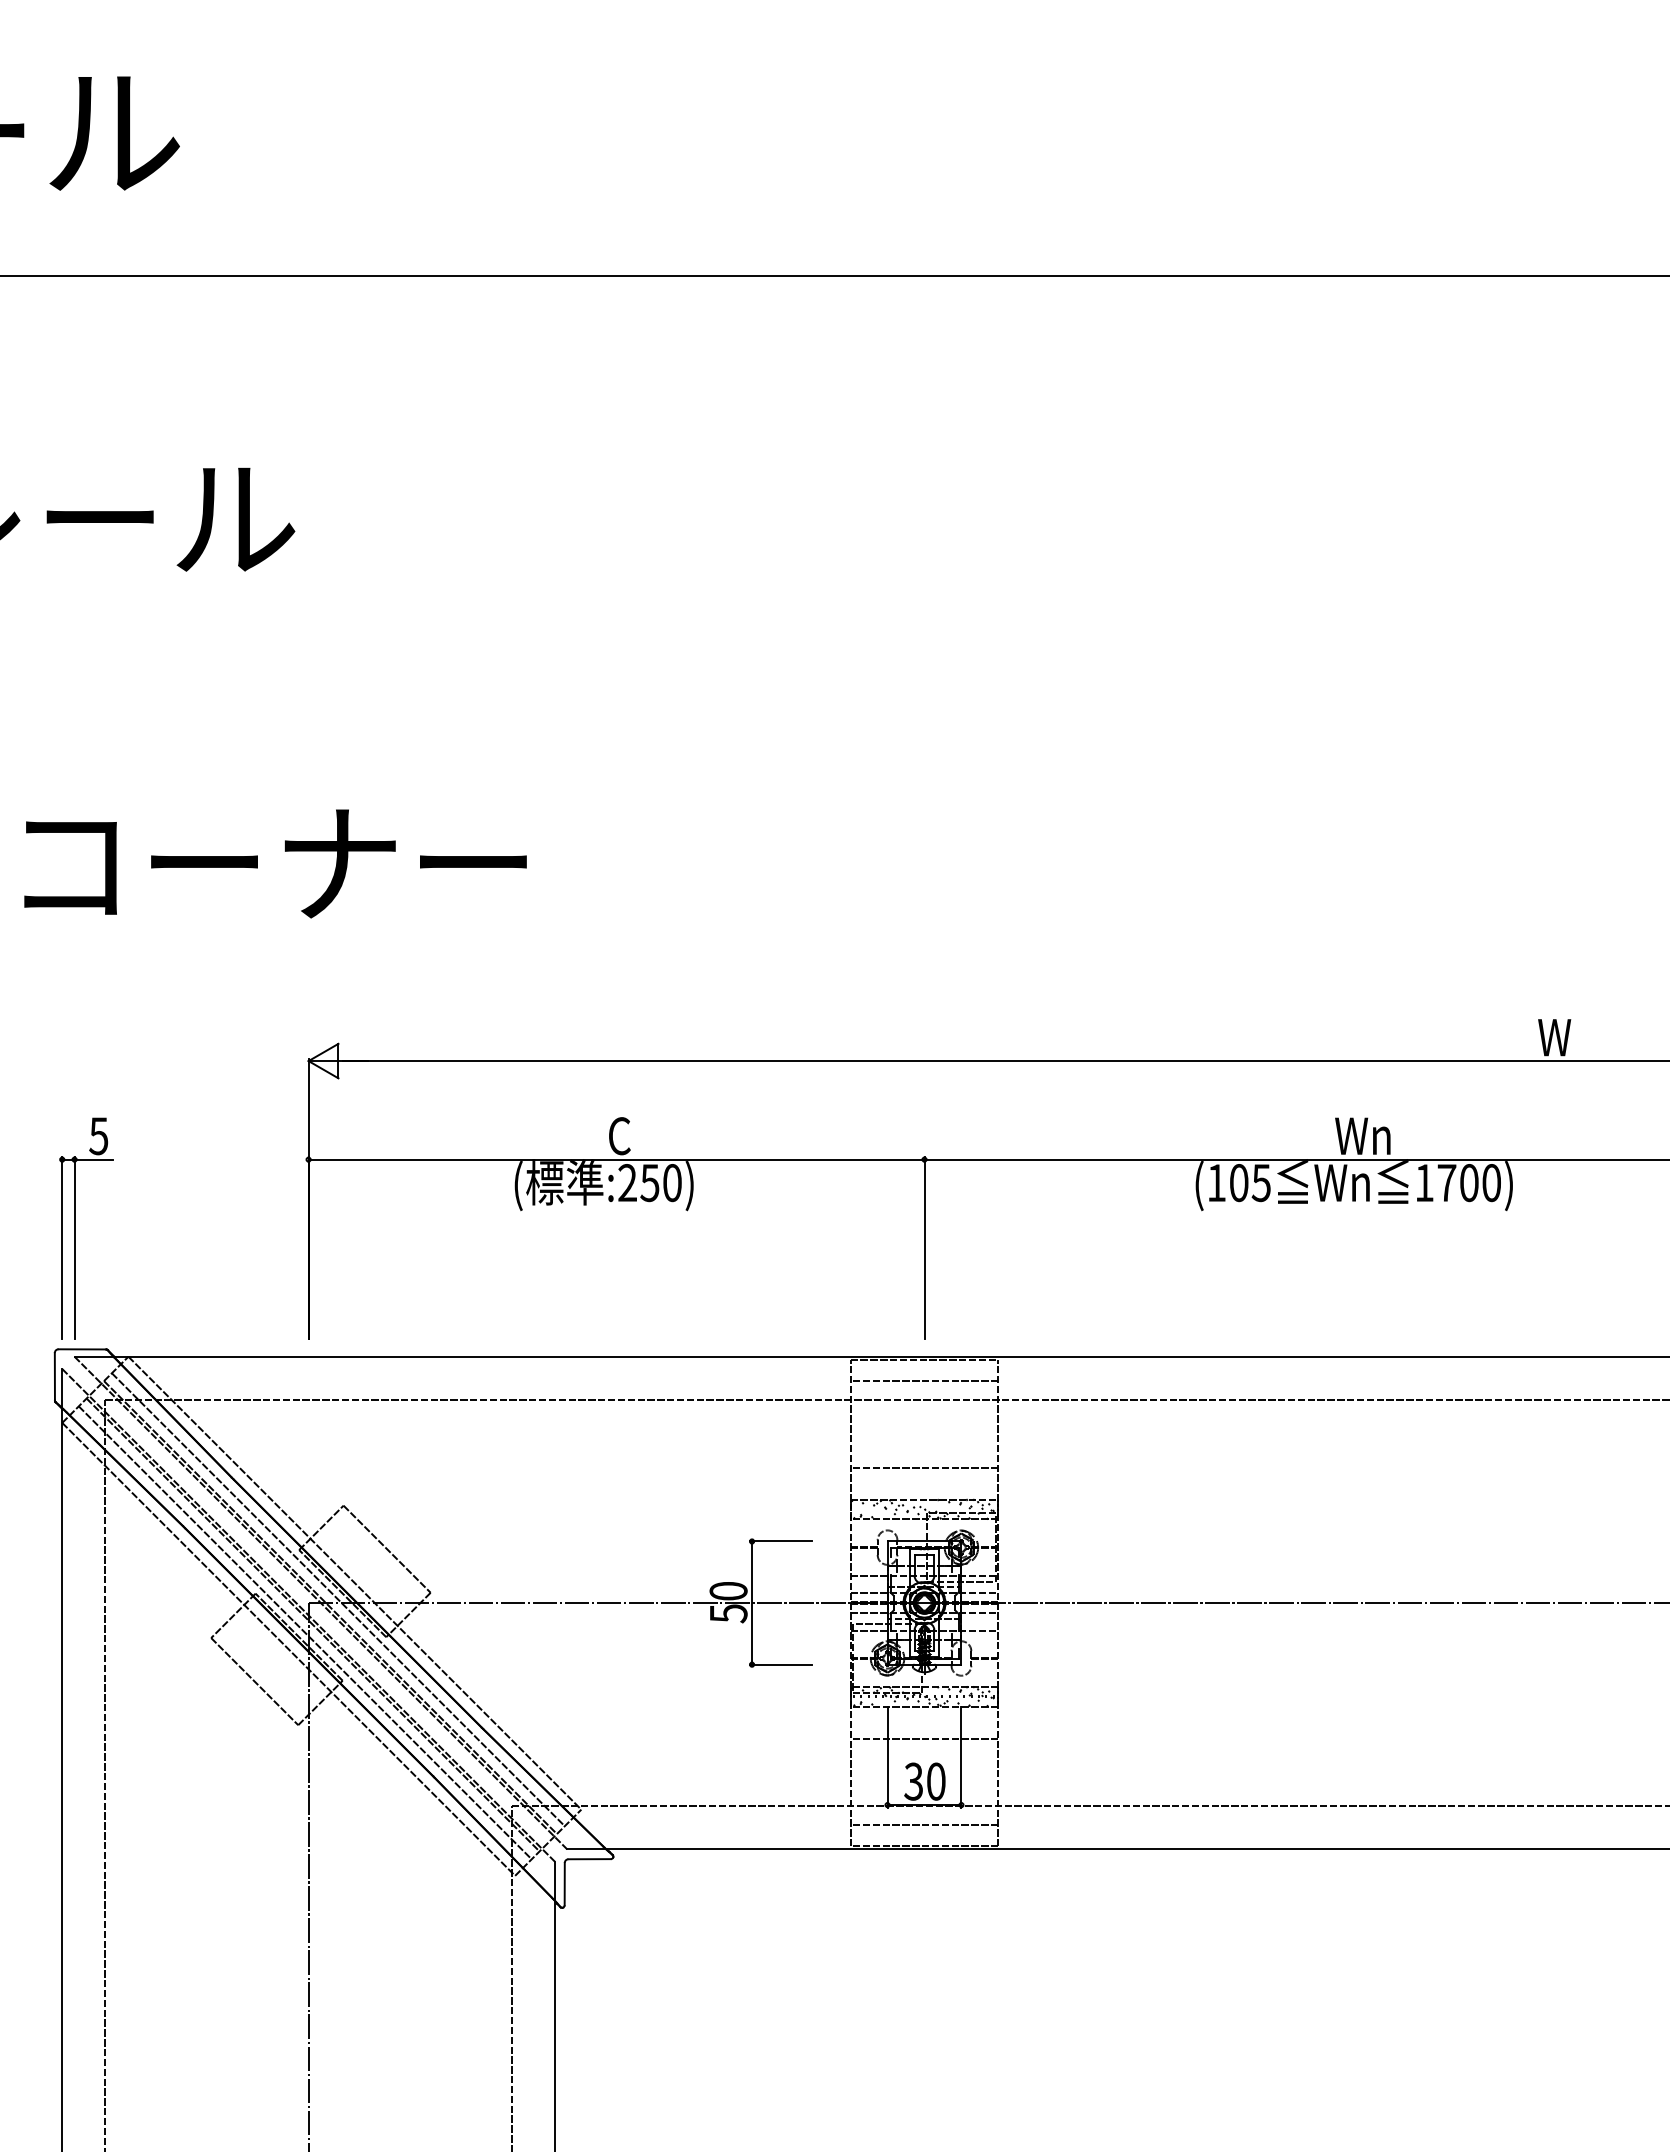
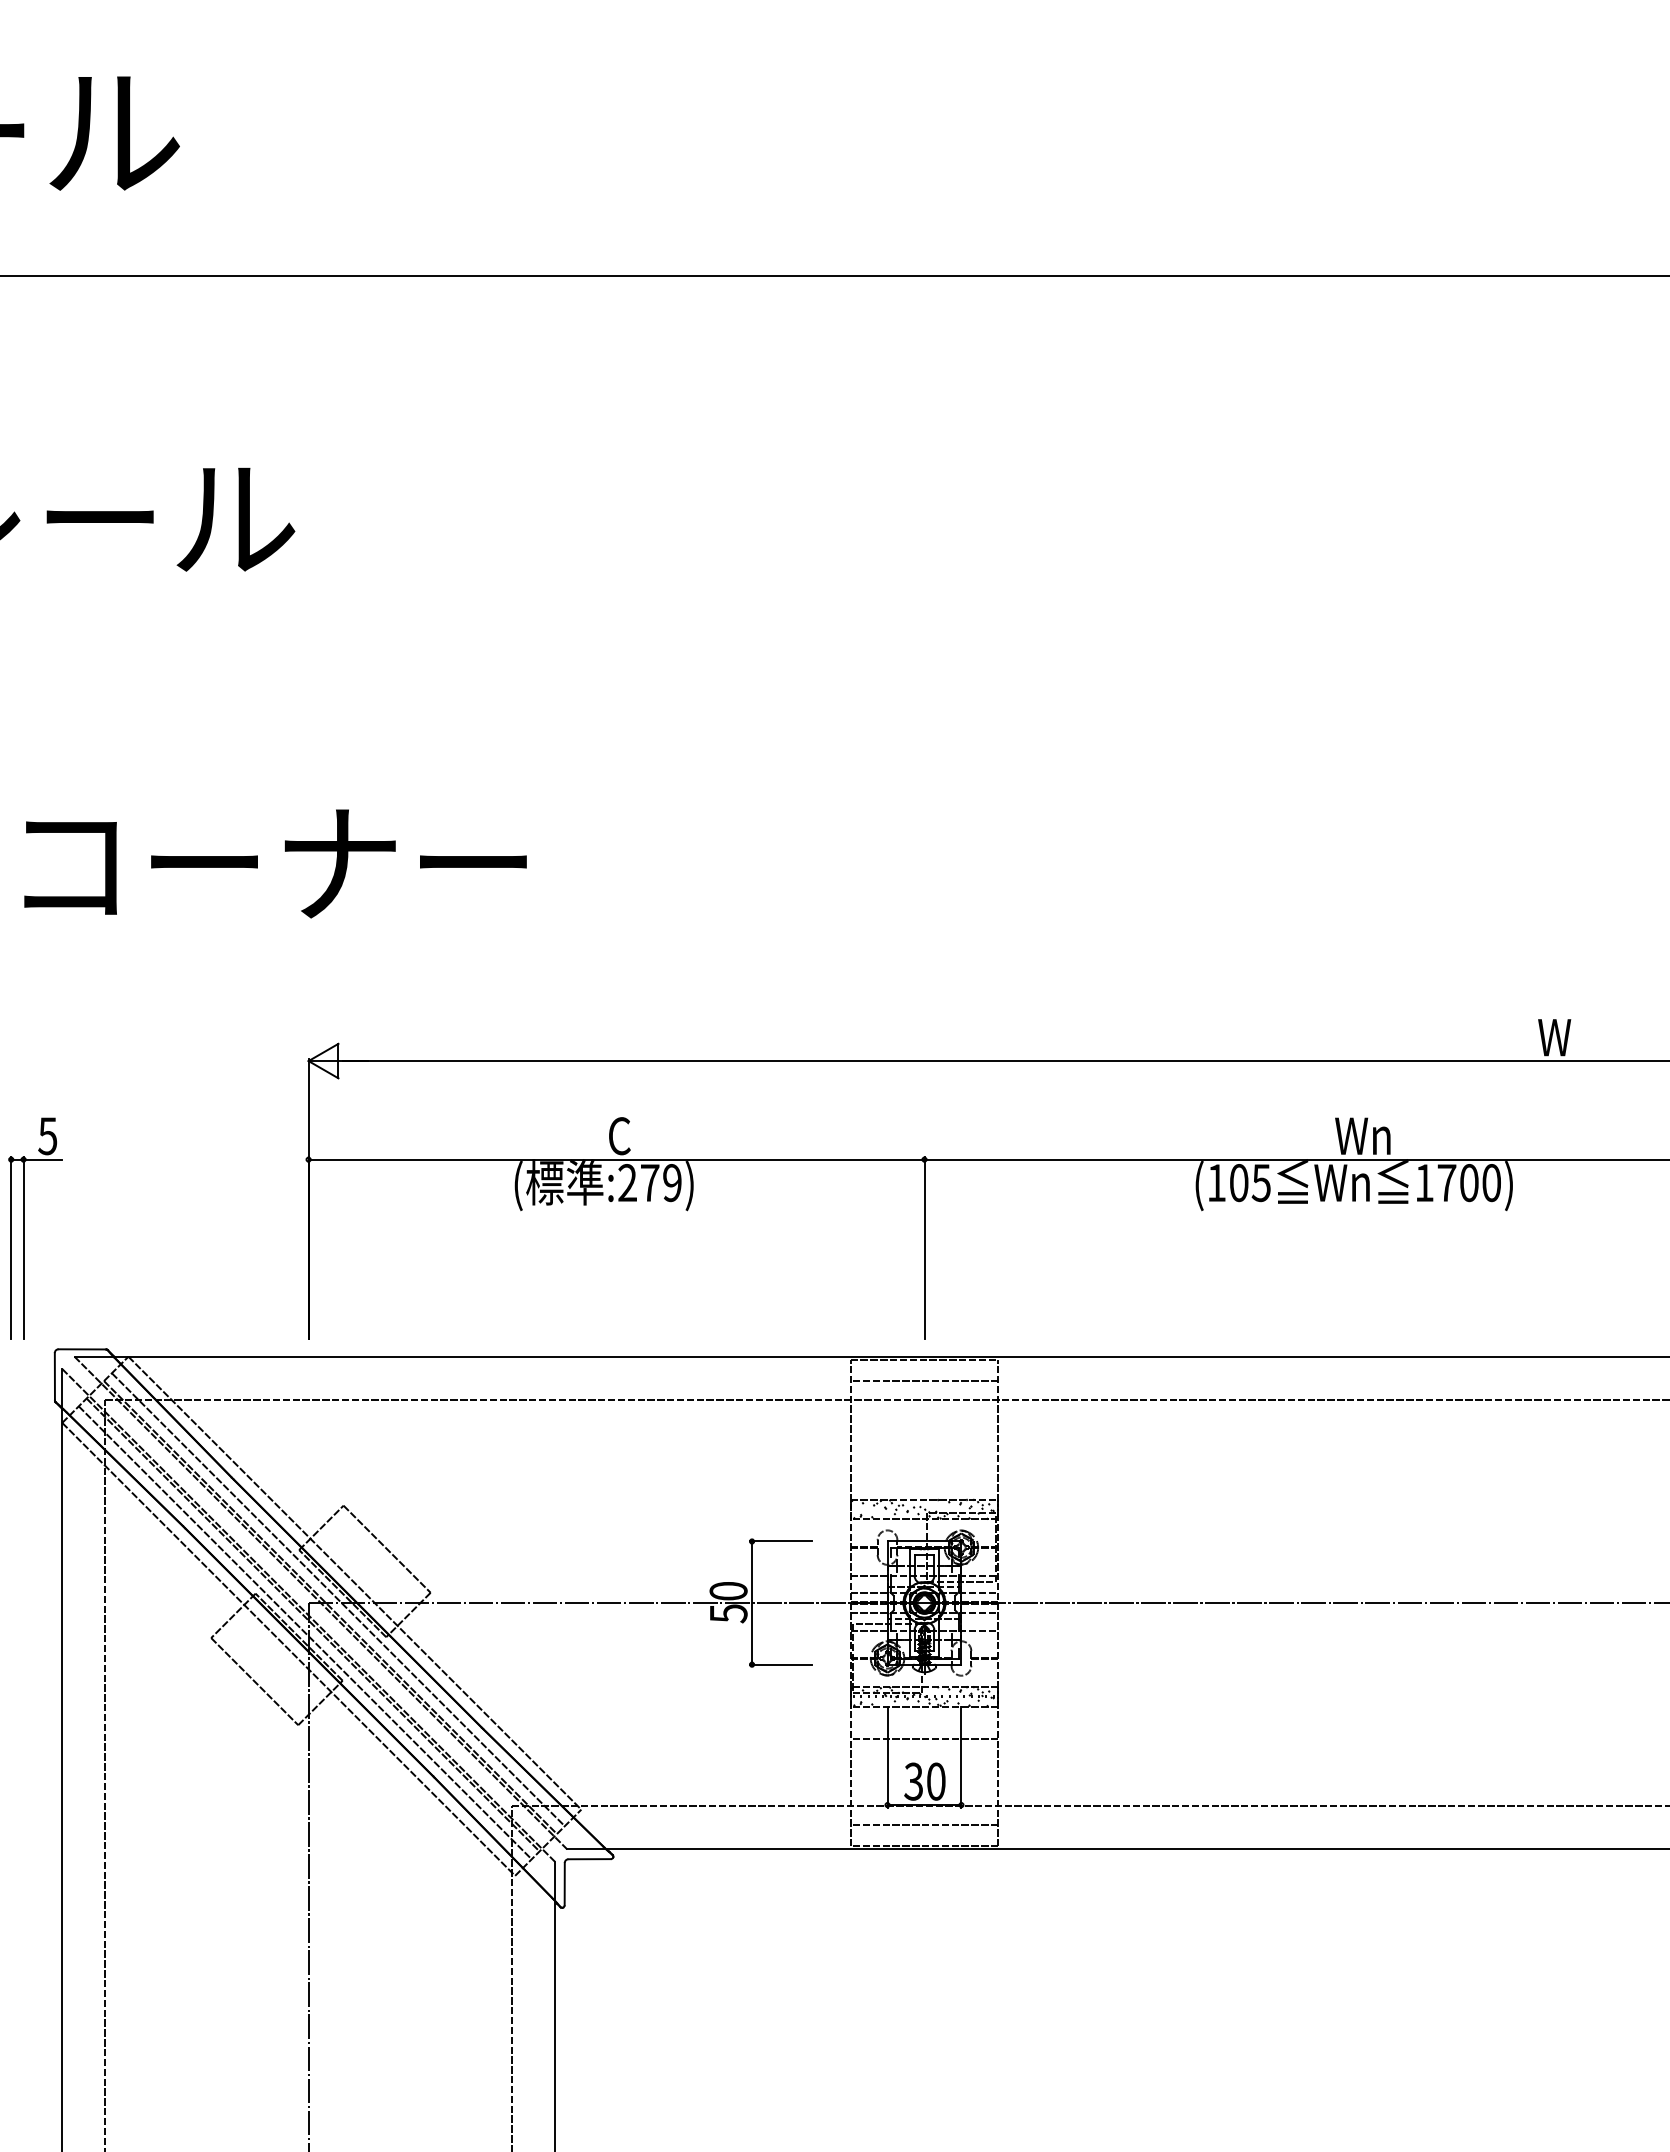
text at (660, 1183): :250) -> :279)
part at (75, 1228) position: (75, 1228) -> (24, 1228)
line at (924, 1467): present -> none
